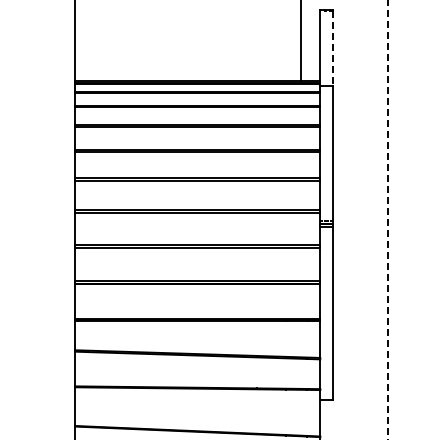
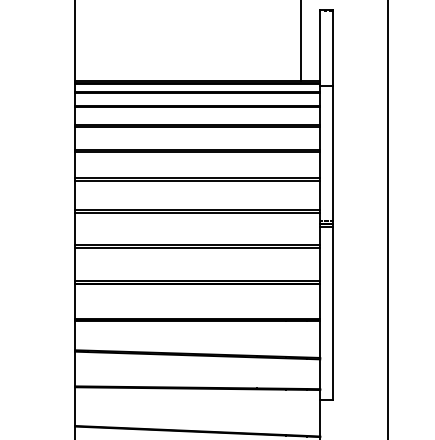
line at (333, 48): dashed -> solid
line at (387, 219): dashed -> solid
